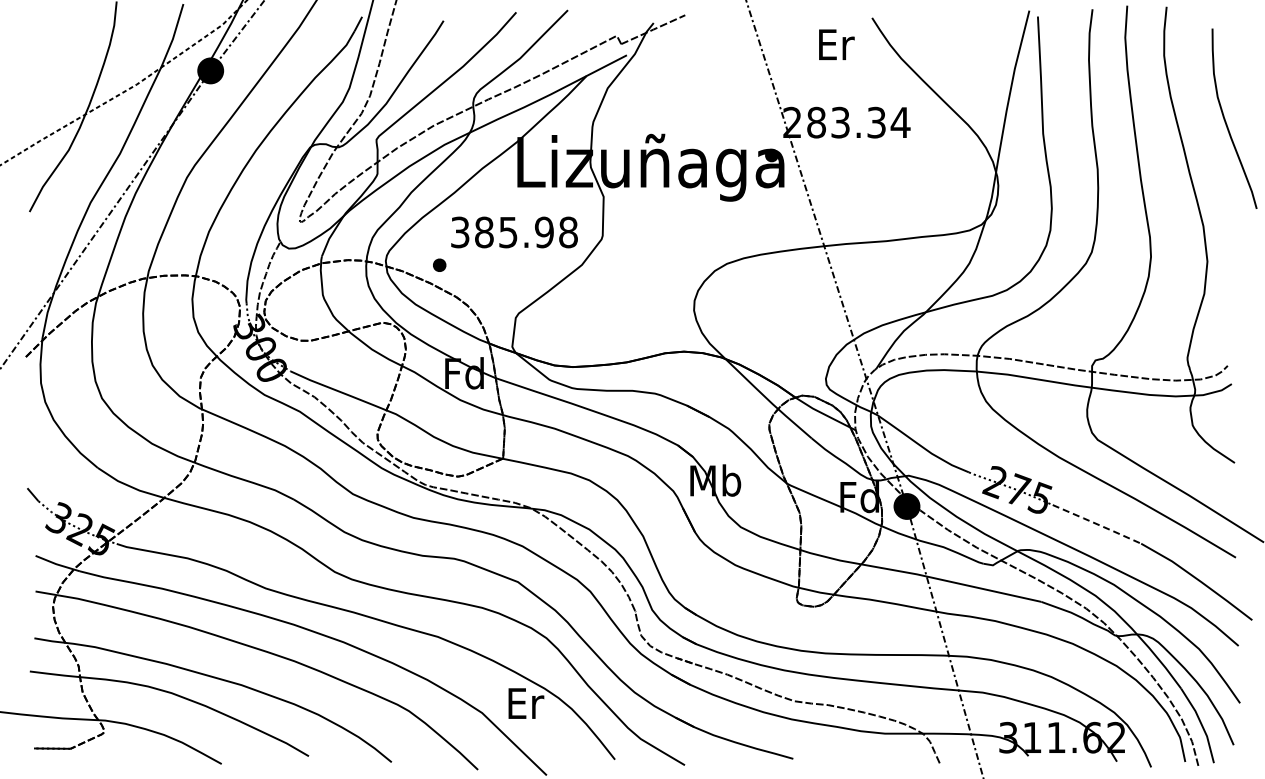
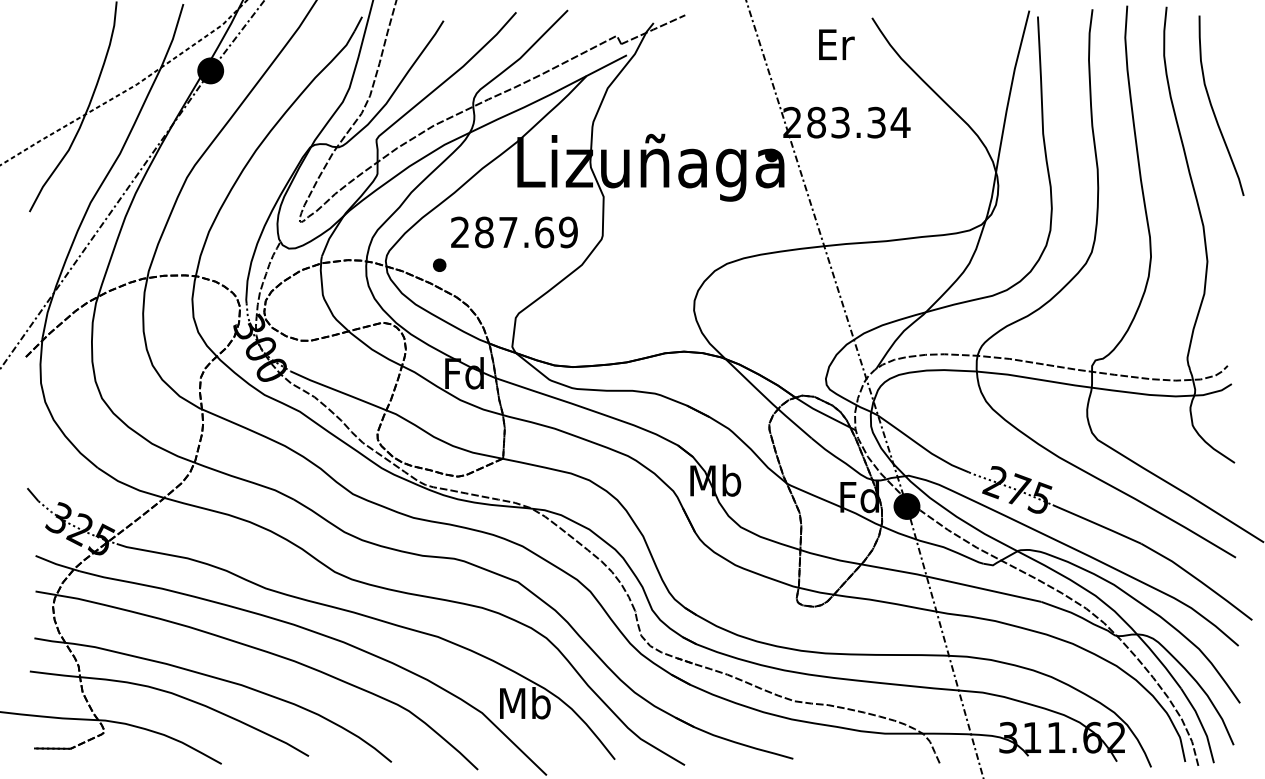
curve at (1226, 121) position: (1226, 121) -> (1213, 108)
text at (514, 232): 385.98 -> 287.69
line at (1097, 524): dashed -> solid
text at (525, 703): Er -> Mb
